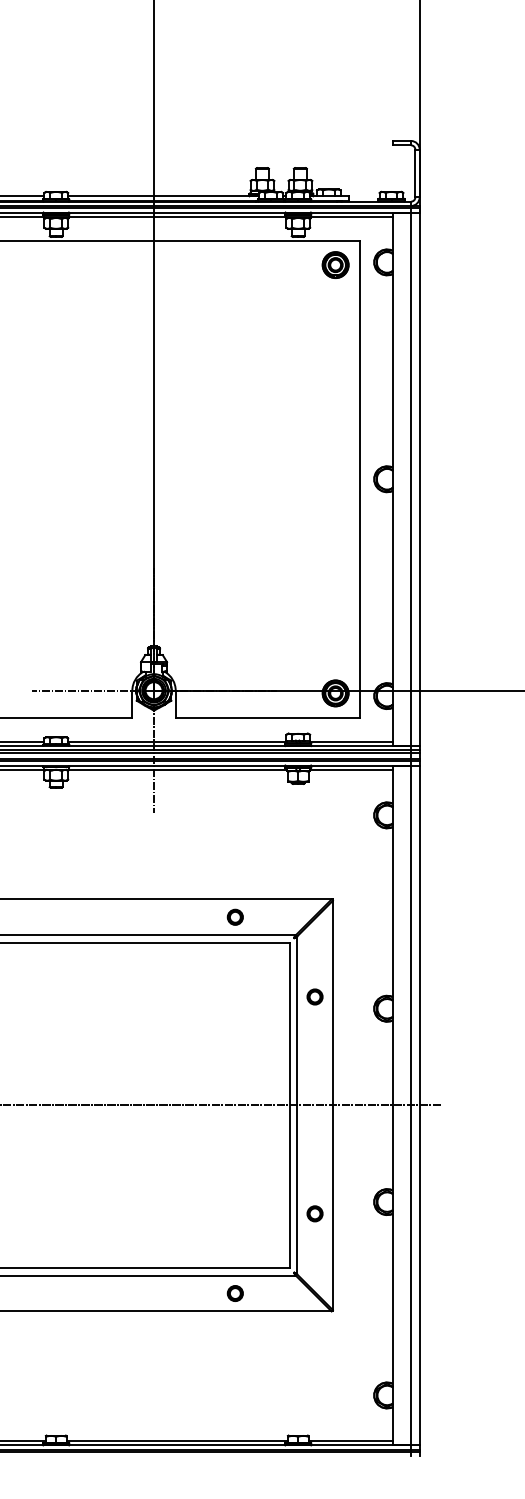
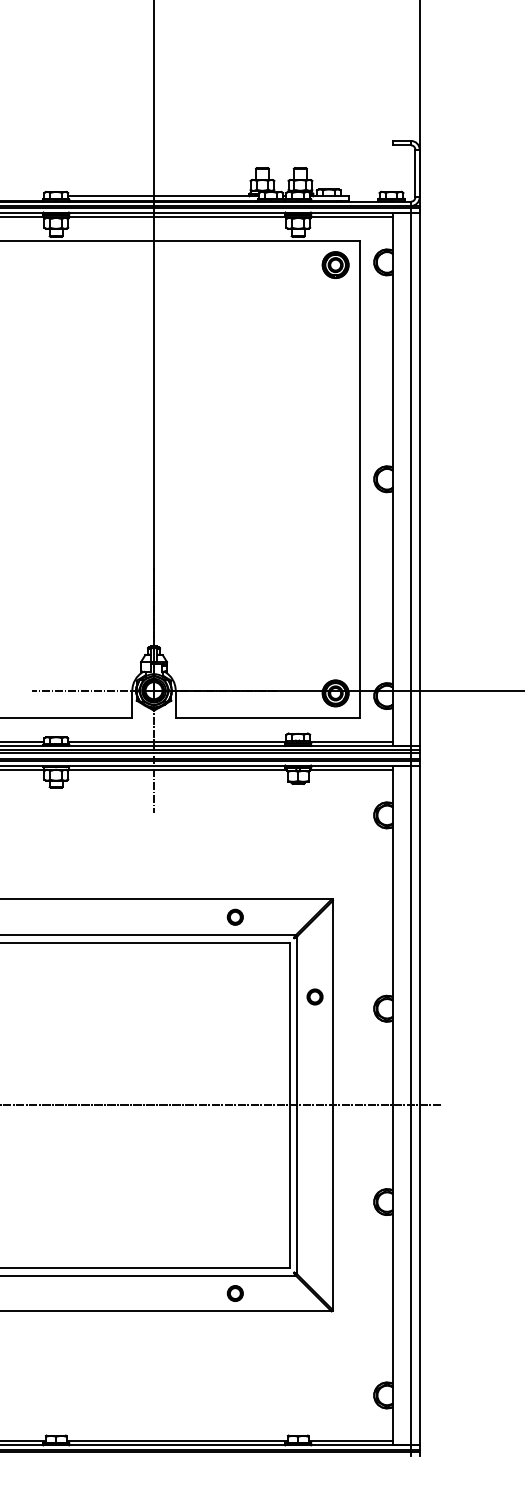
line at (23, 196): present -> none
part at (314, 1213): present -> none
